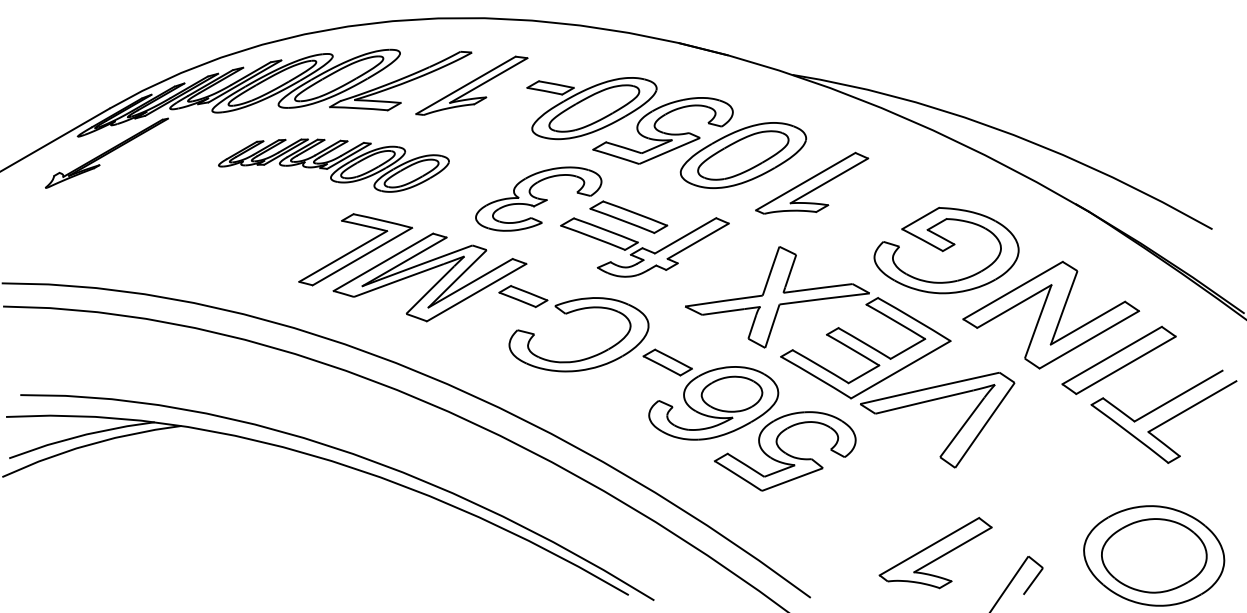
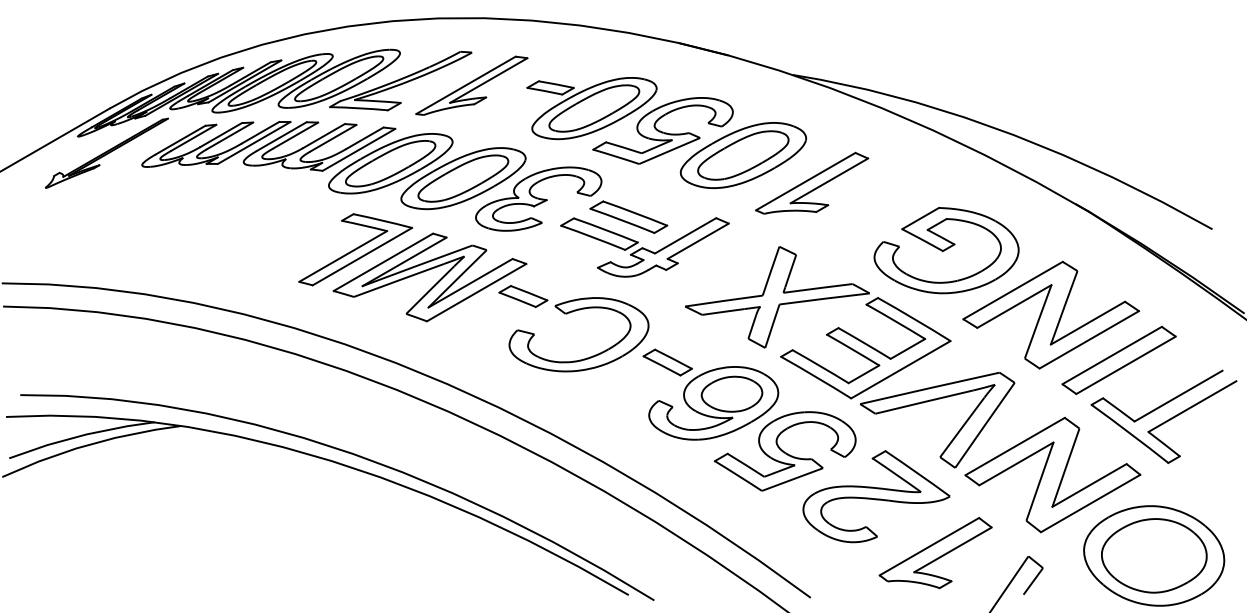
part at (333, 165) size: 232x55 px -> 386x90 px
part at (1052, 474): none -> present
part at (876, 496): none -> present
